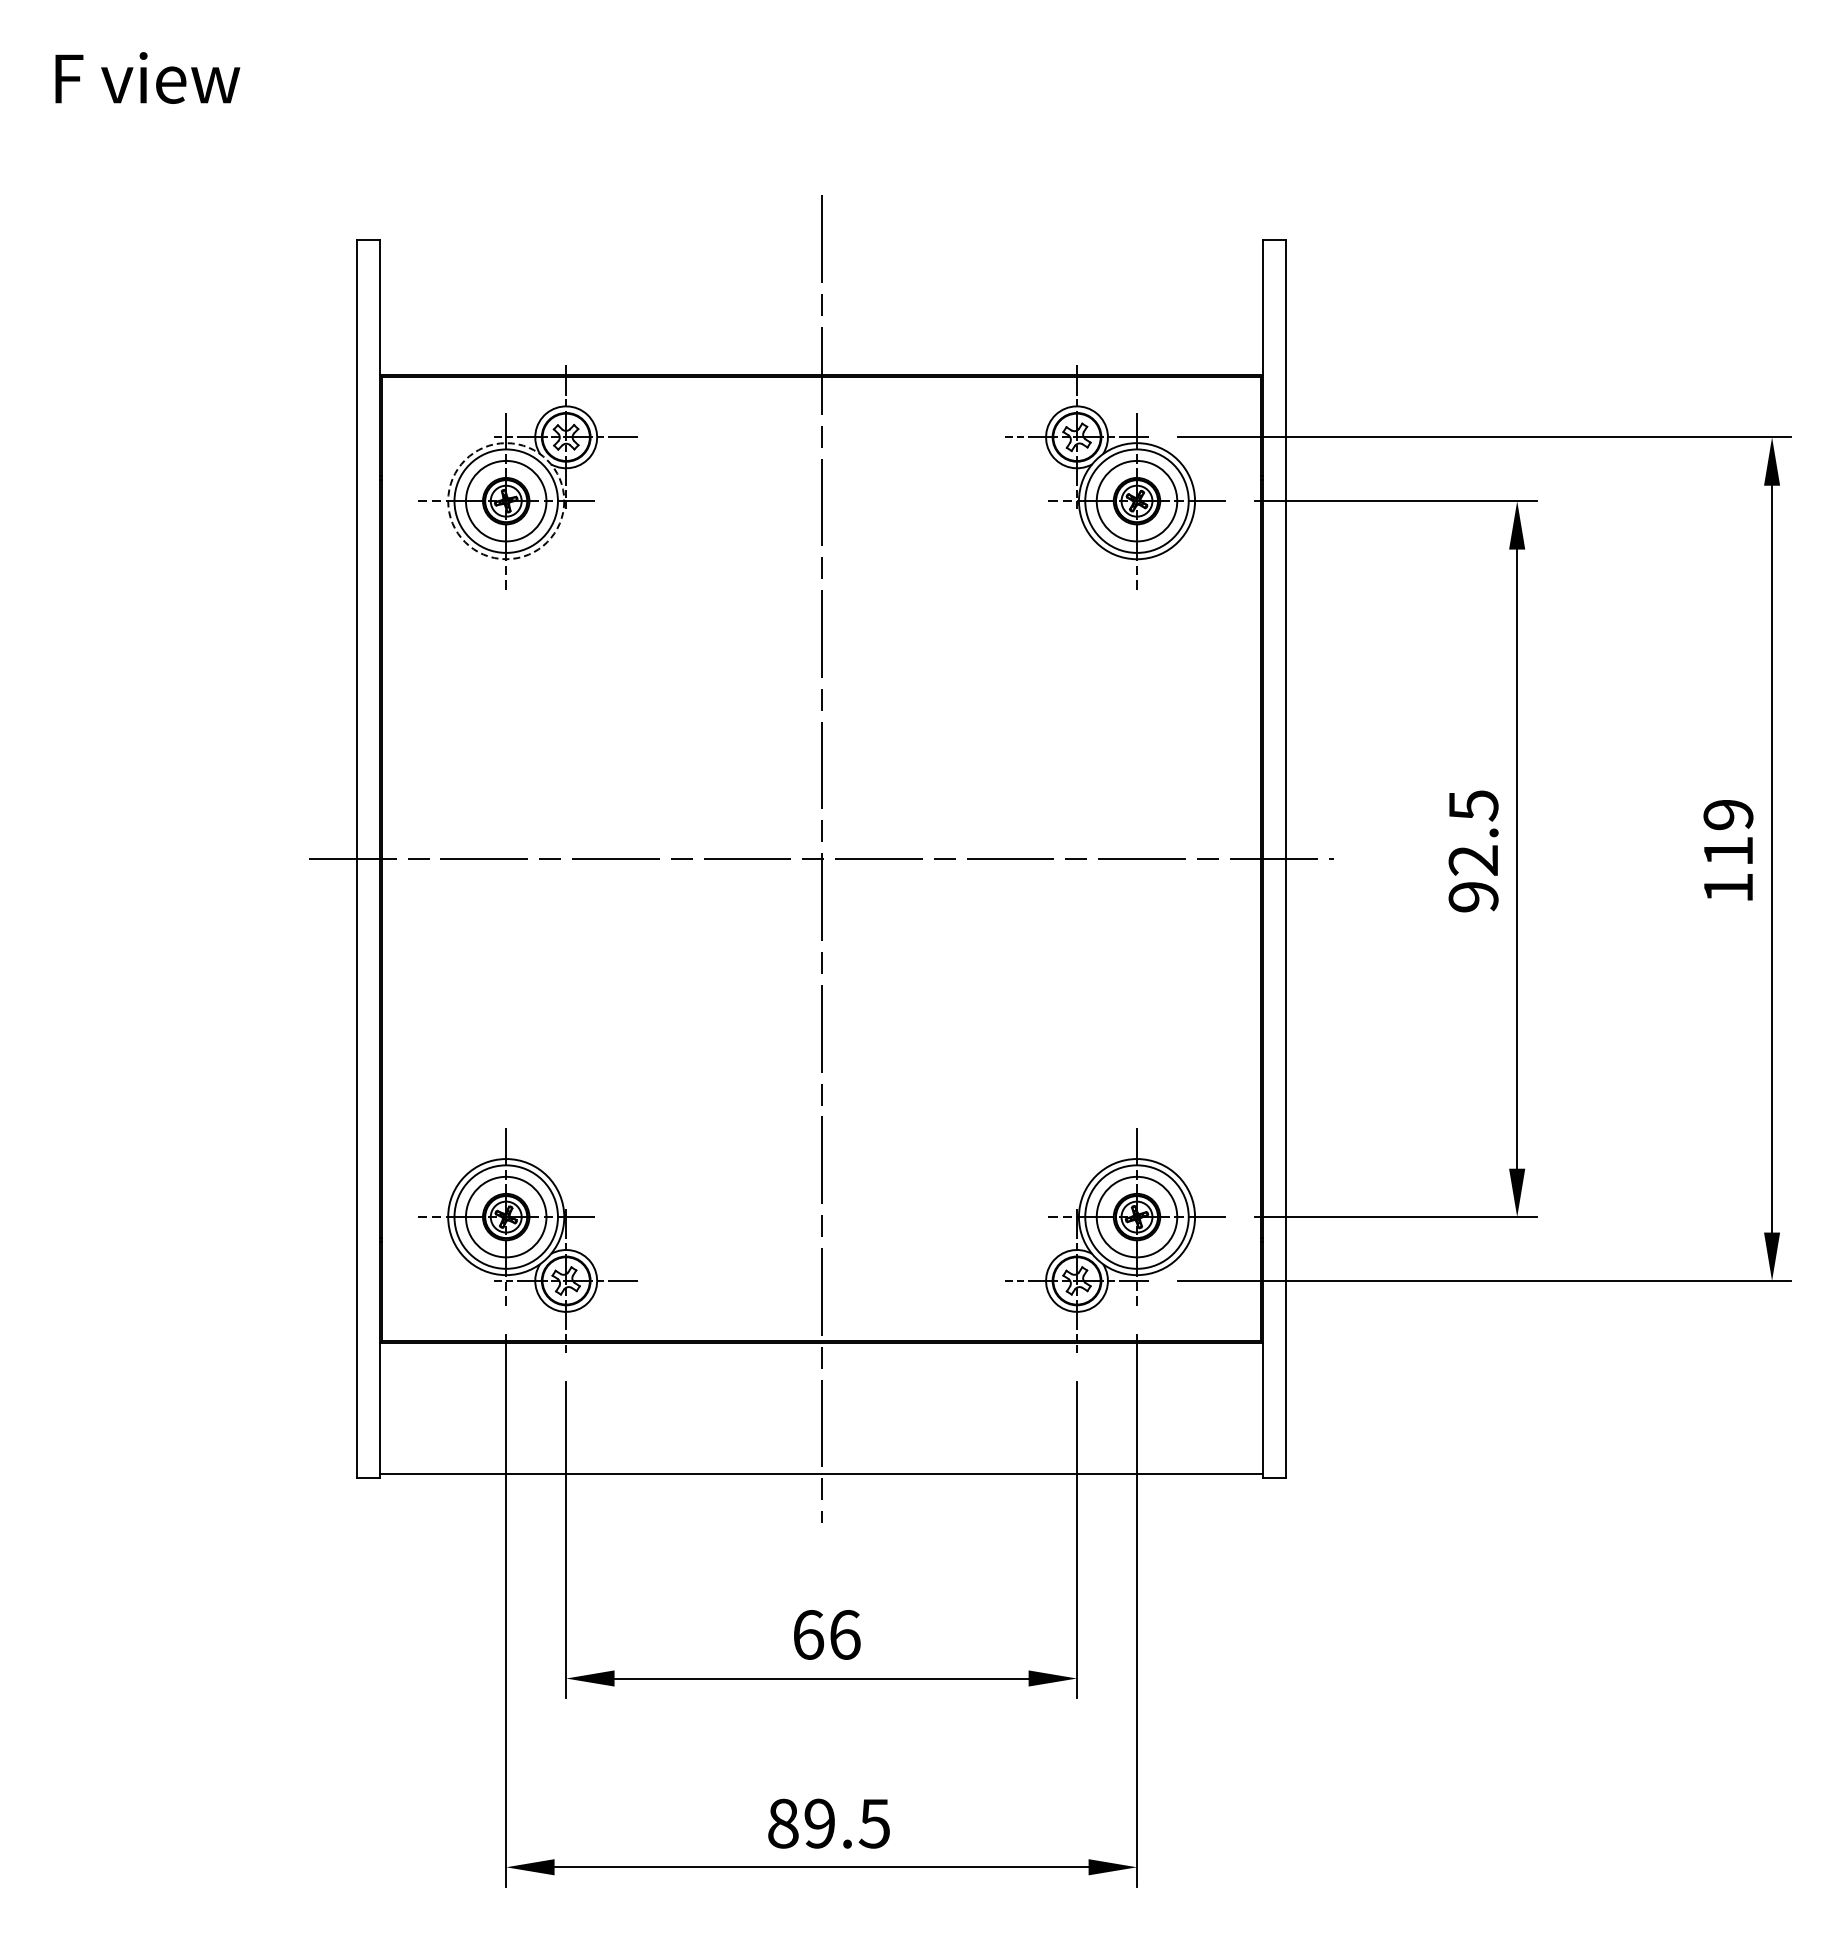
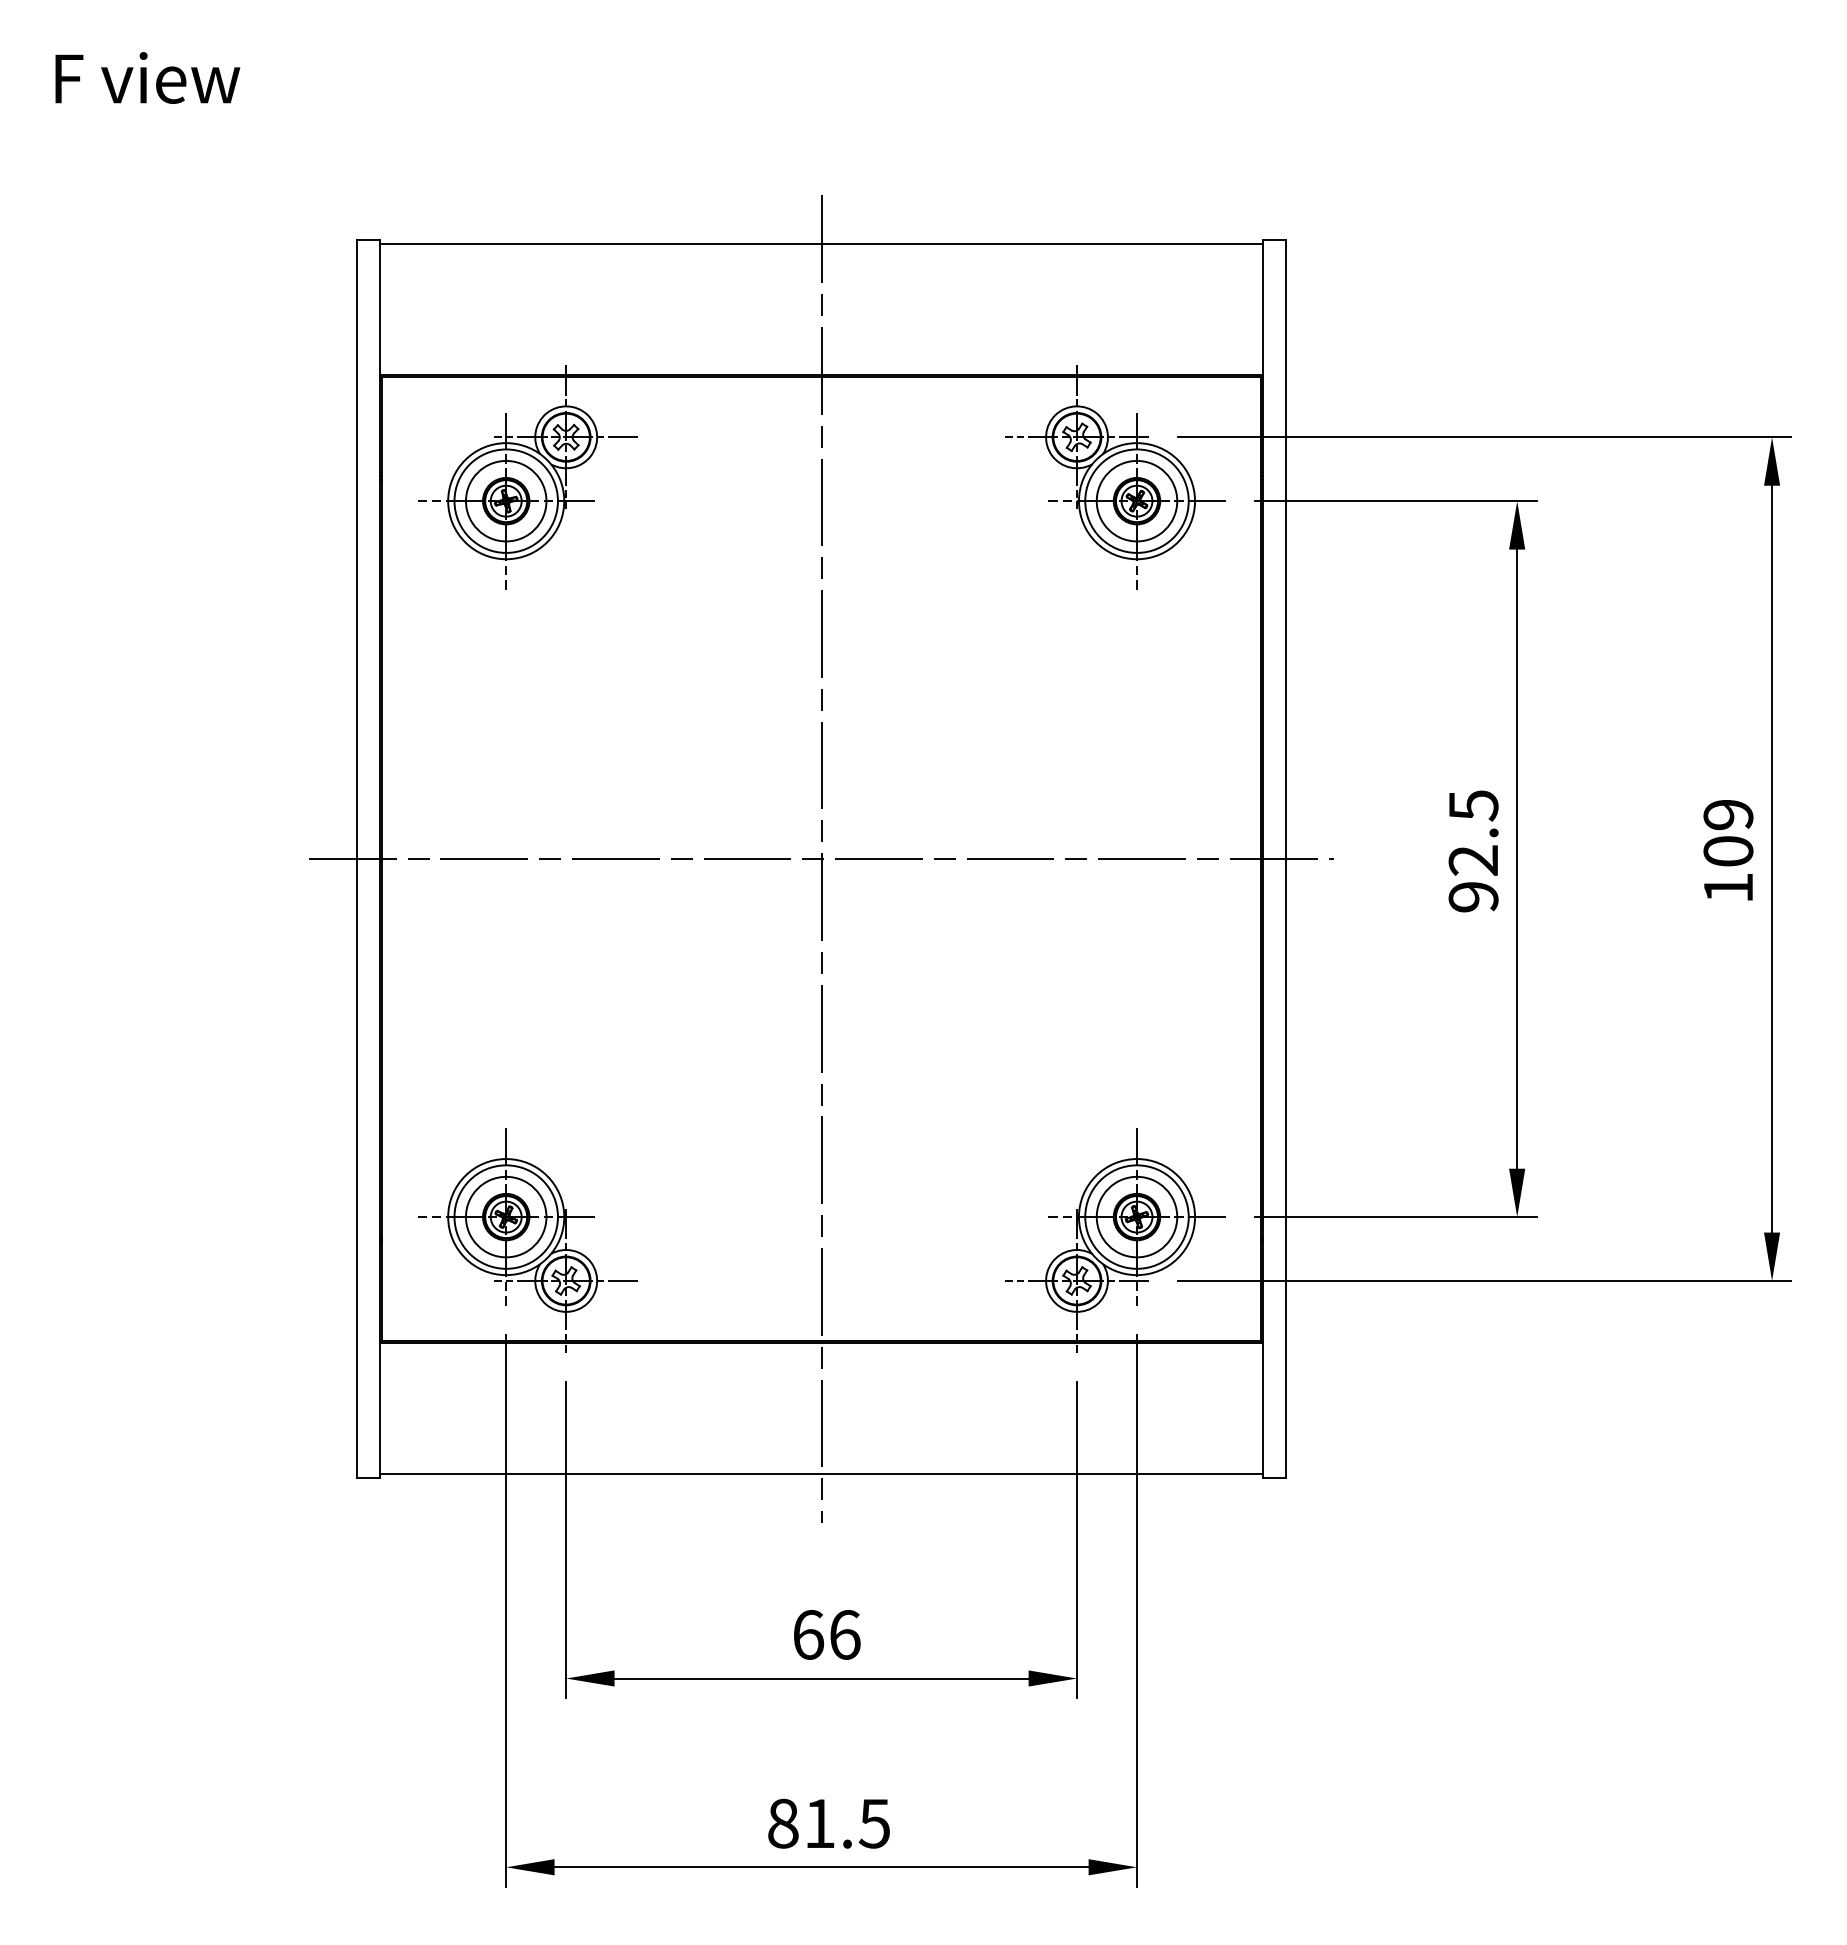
line at (821, 243): none -> present
circle at (506, 501): dashed -> solid
text at (1728, 851): 119 -> 109
text at (819, 1823): 89.5 -> 81.5
